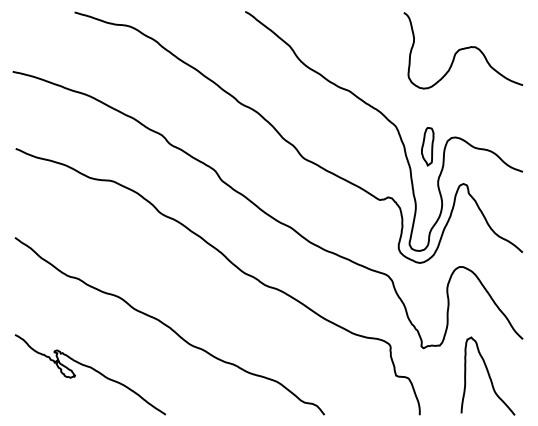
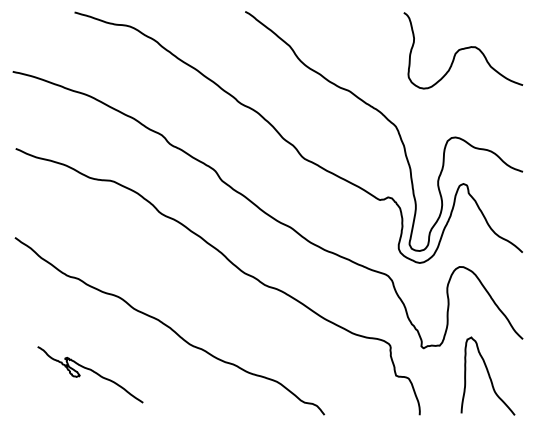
part at (427, 146): present -> none
part at (90, 374) size: 153x82 px -> 107x58 px
